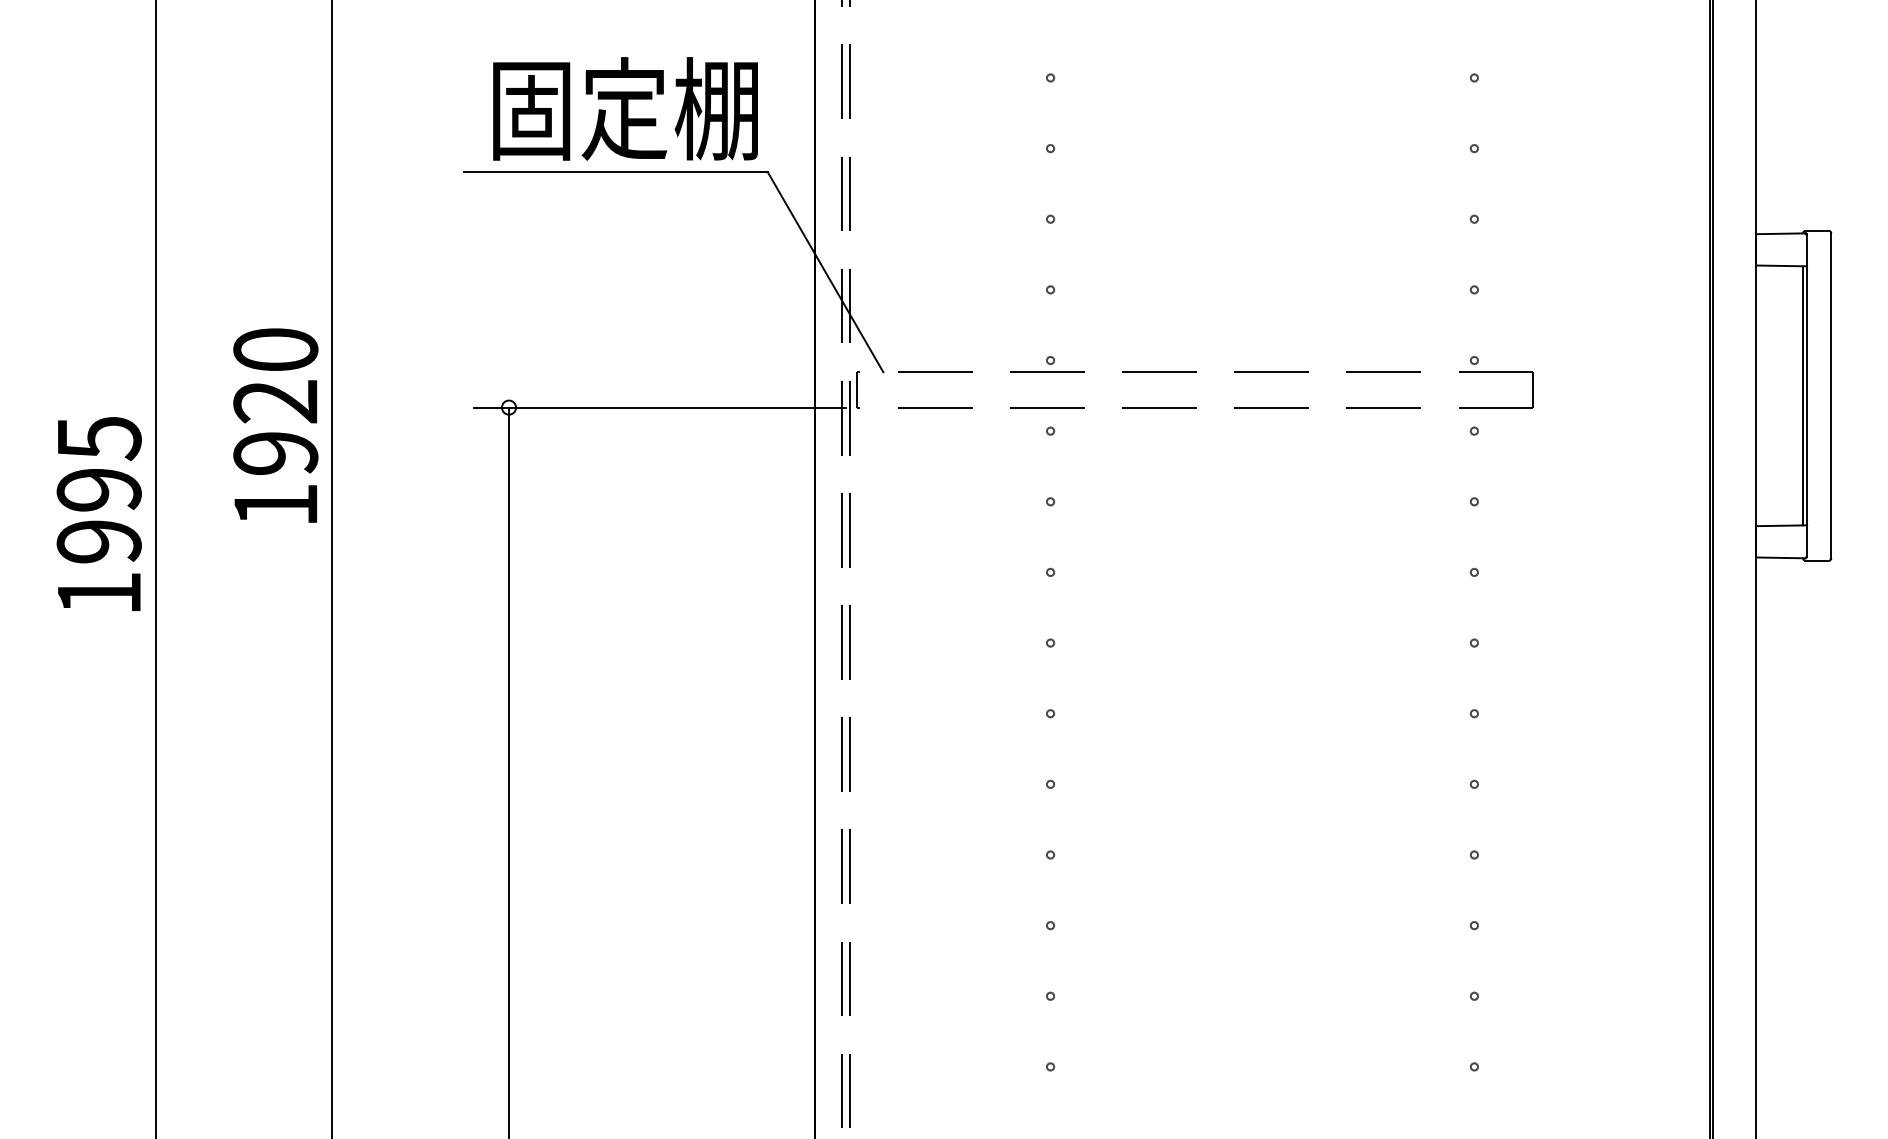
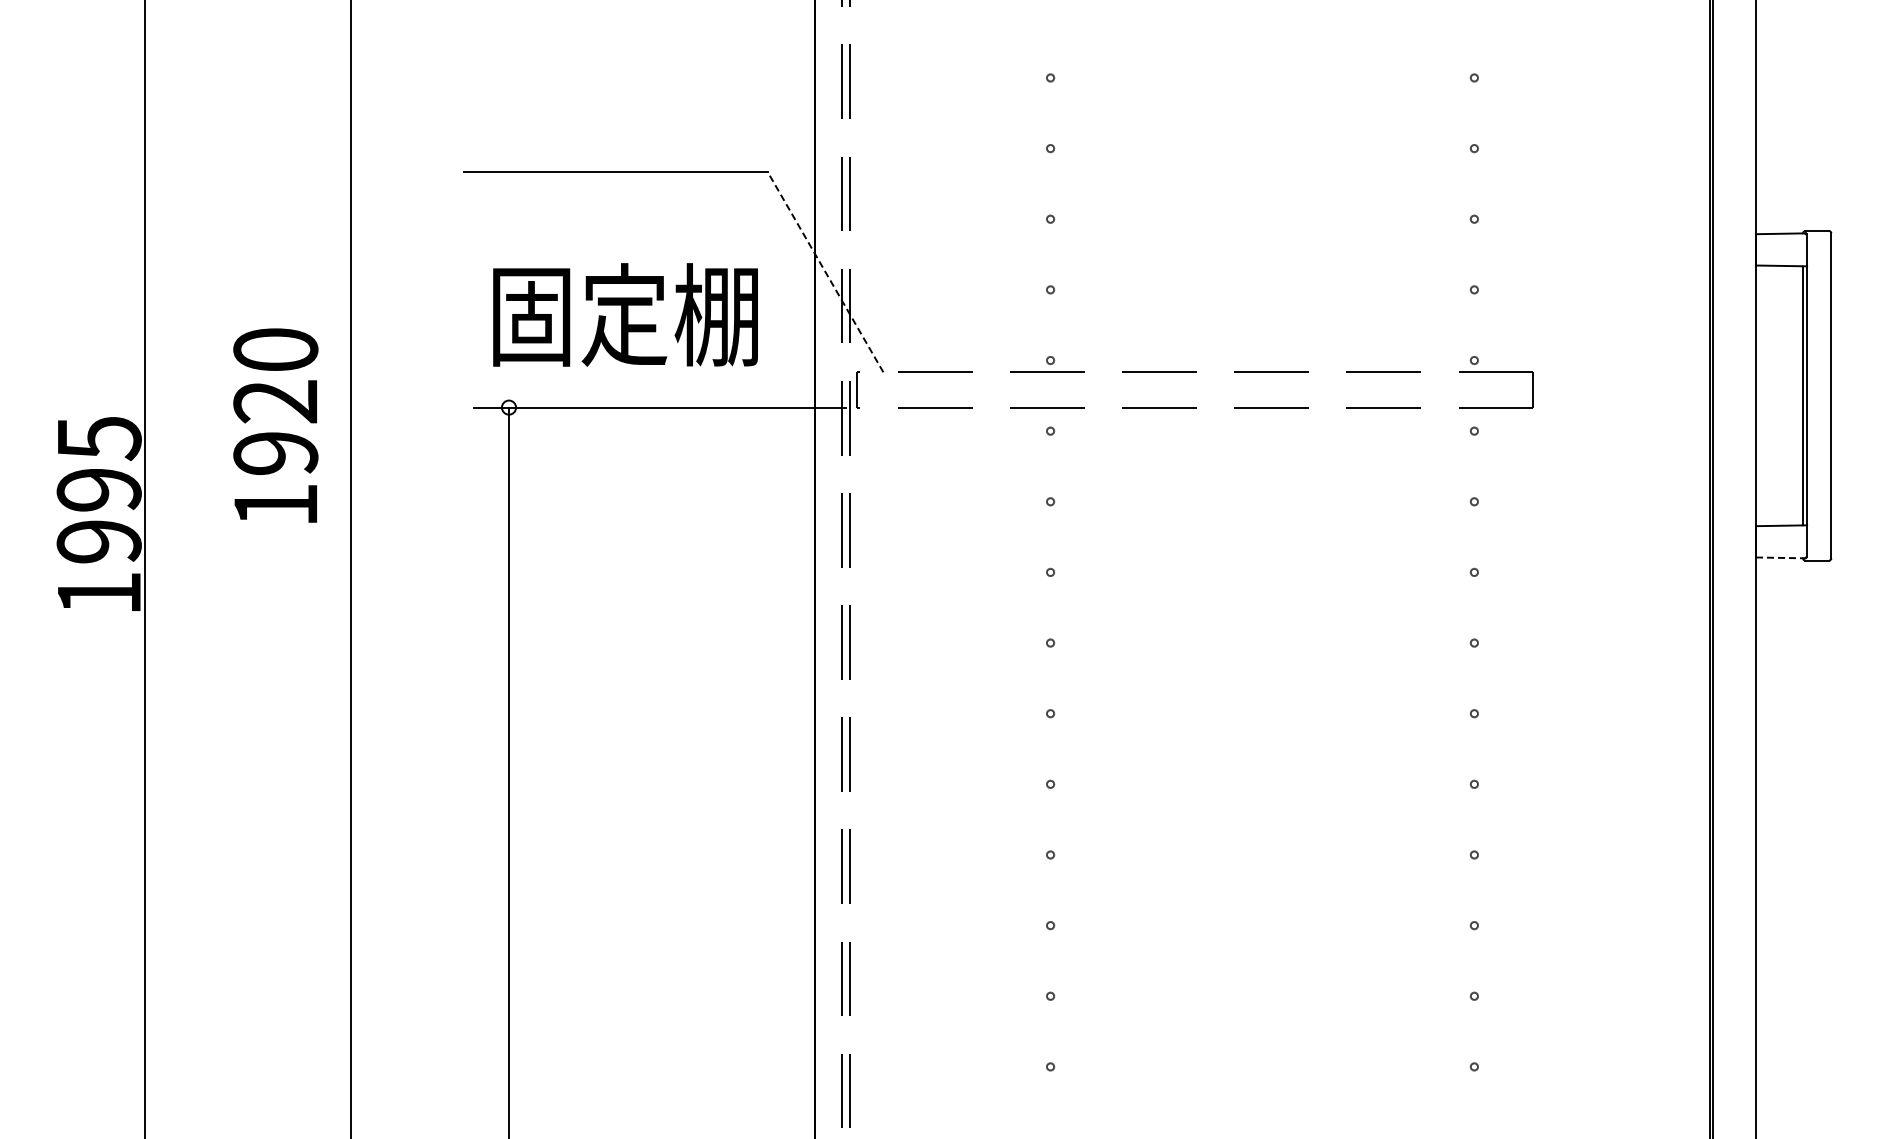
text at (625, 108) position: (625, 108) -> (625, 314)
line at (825, 272): solid -> dashed
line at (1780, 557): solid -> dashed
line at (155, 568) position: (155, 568) -> (144, 568)
line at (332, 568) position: (332, 568) -> (351, 568)
